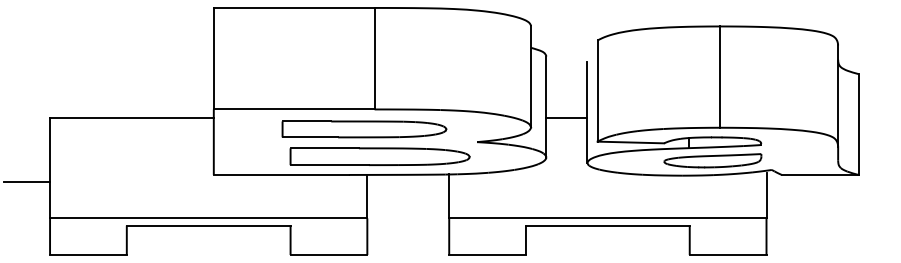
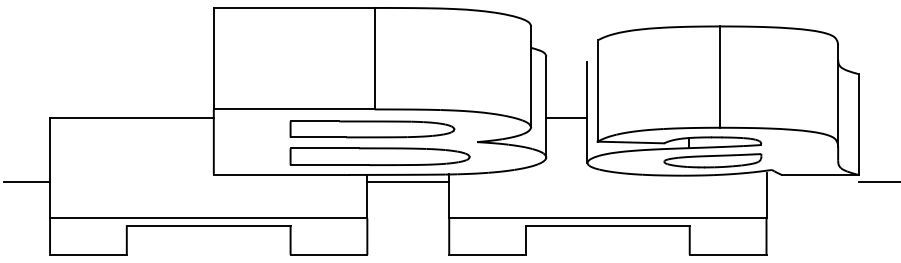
part at (364, 129) position: (364, 129) -> (372, 129)
line at (408, 181): none -> present
line at (877, 181): none -> present
